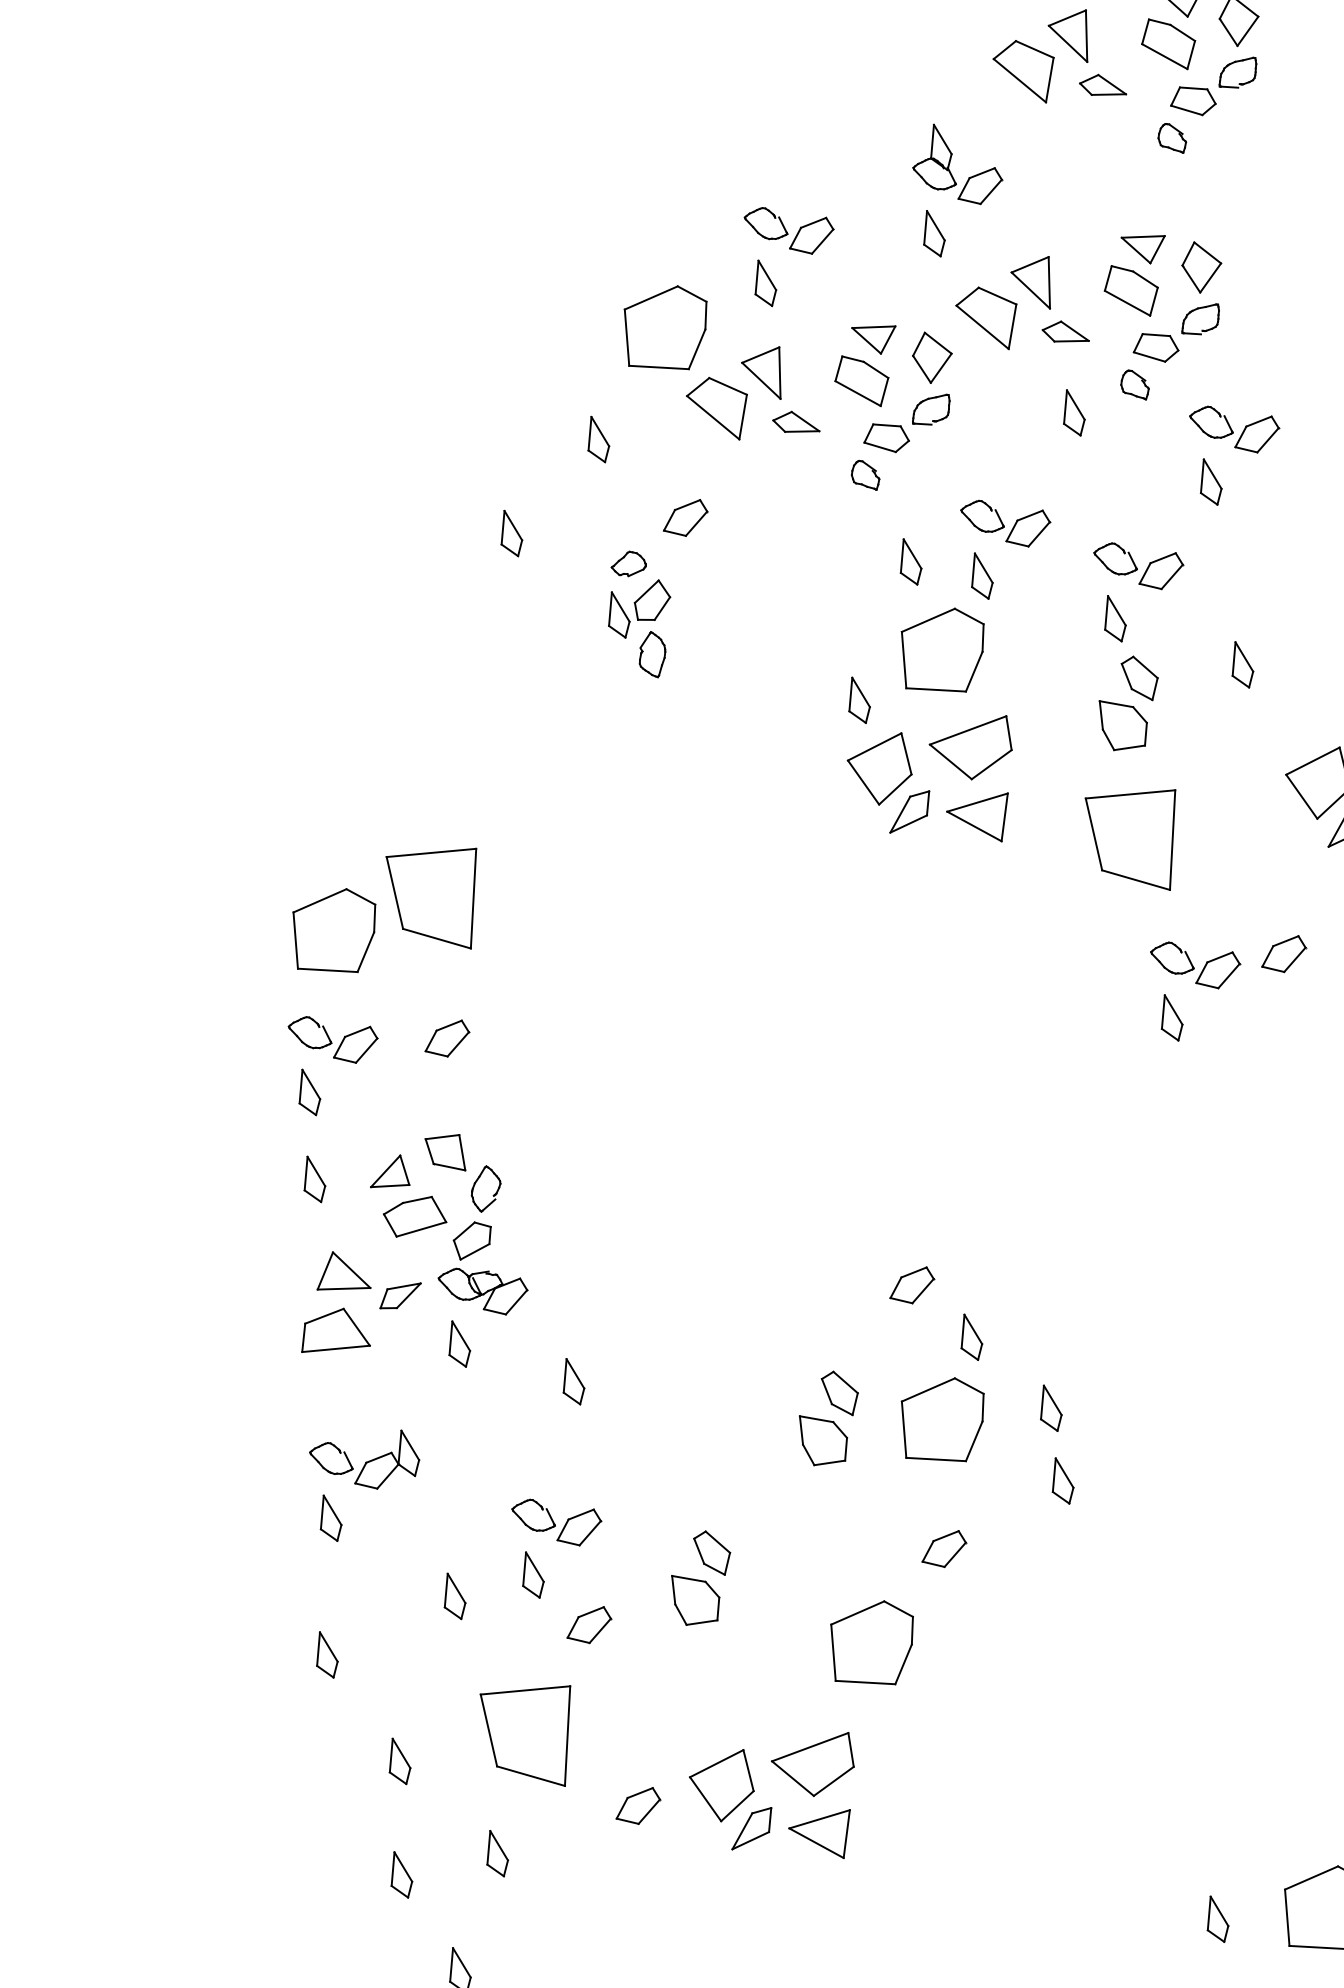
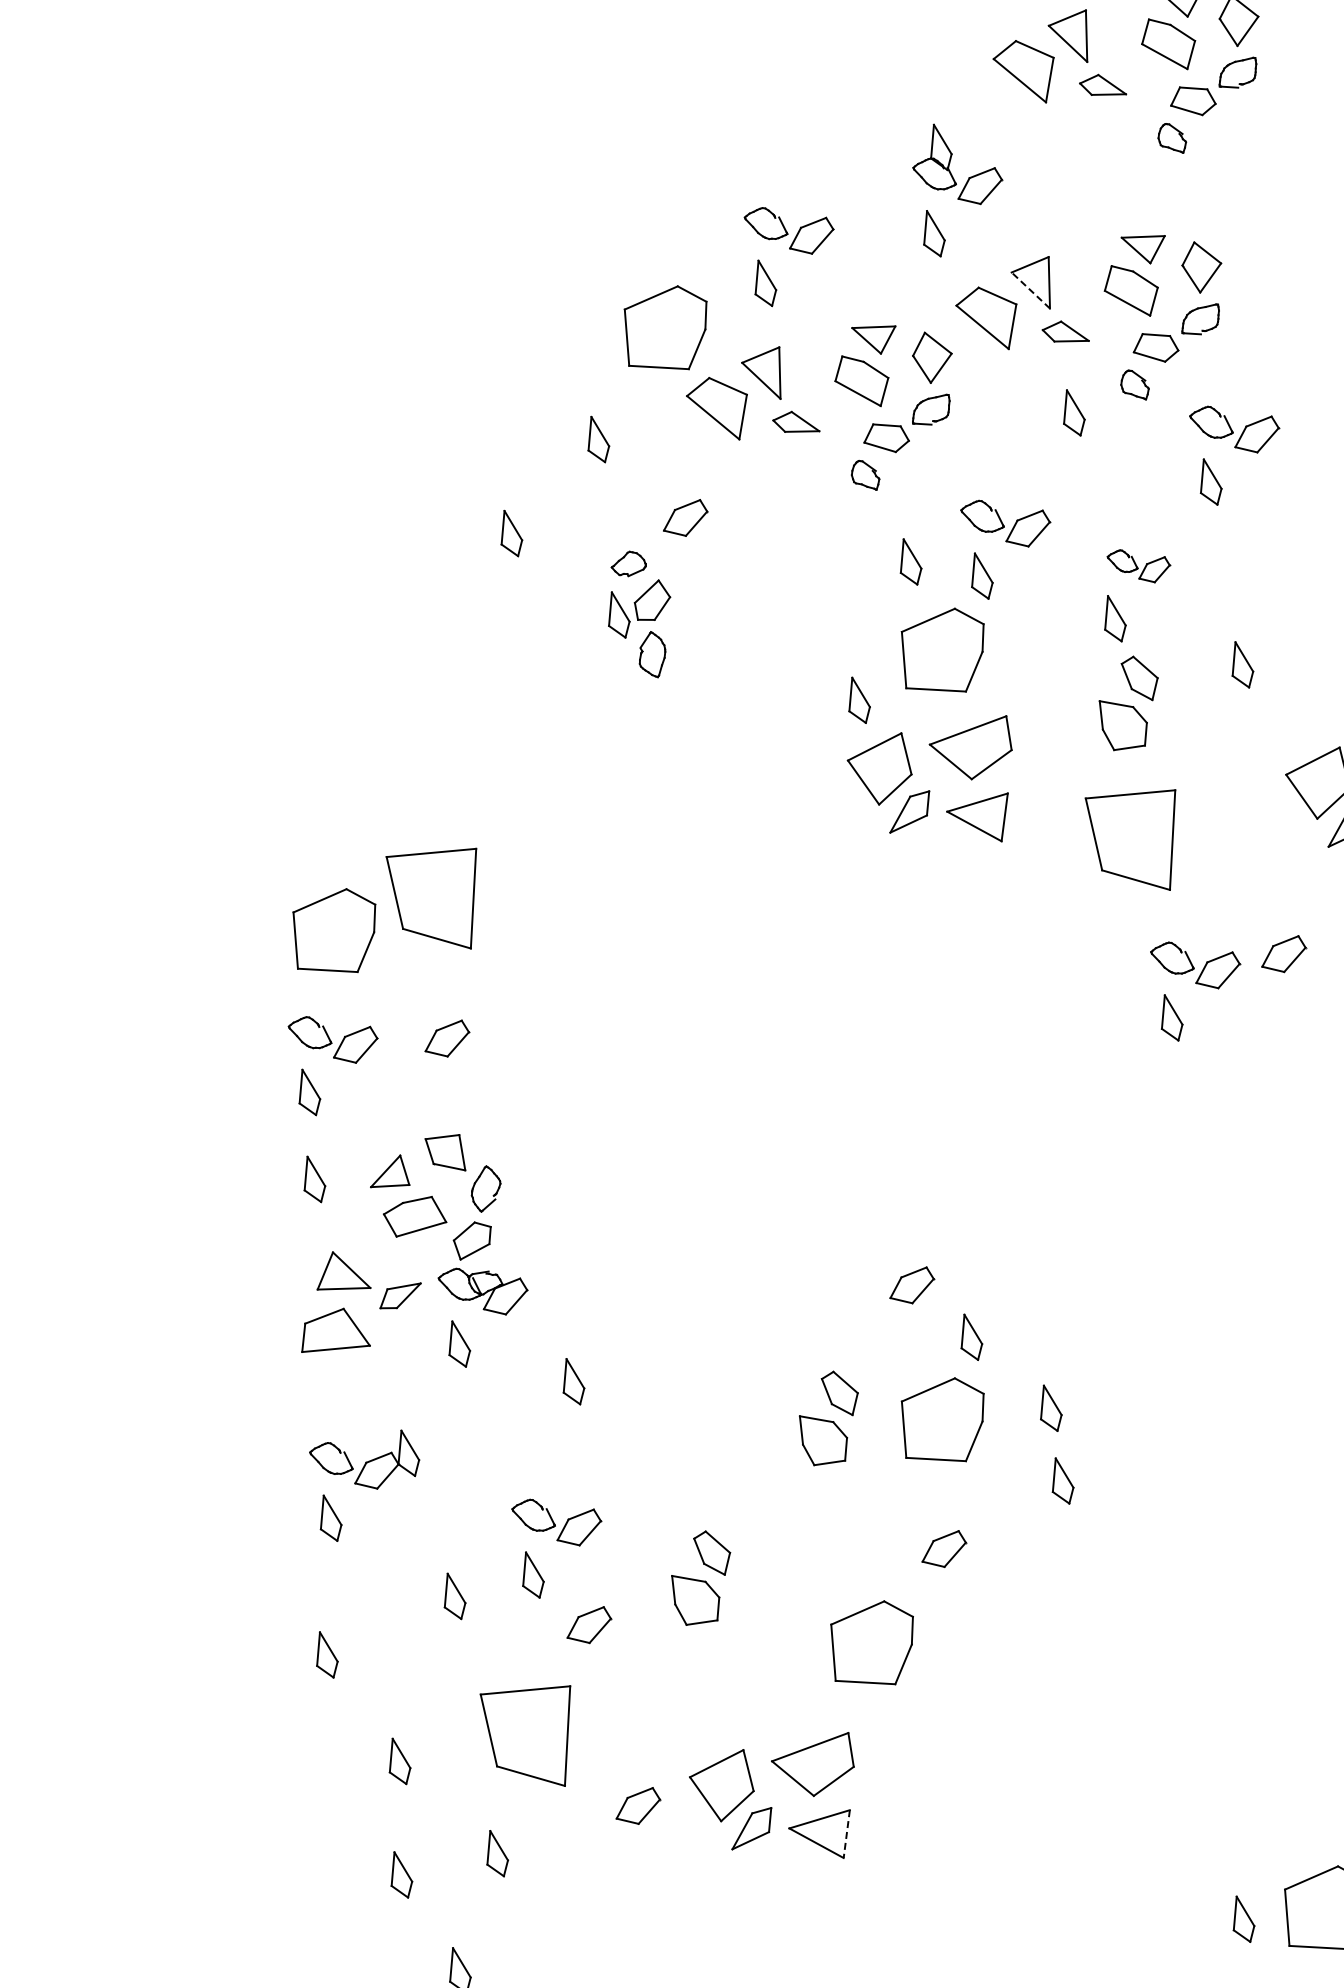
line at (1030, 290): solid -> dashed
part at (1138, 566) size: 92x49 px -> 66x35 px
line at (846, 1834): solid -> dashed
part at (1217, 1918) position: (1217, 1918) -> (1243, 1918)
